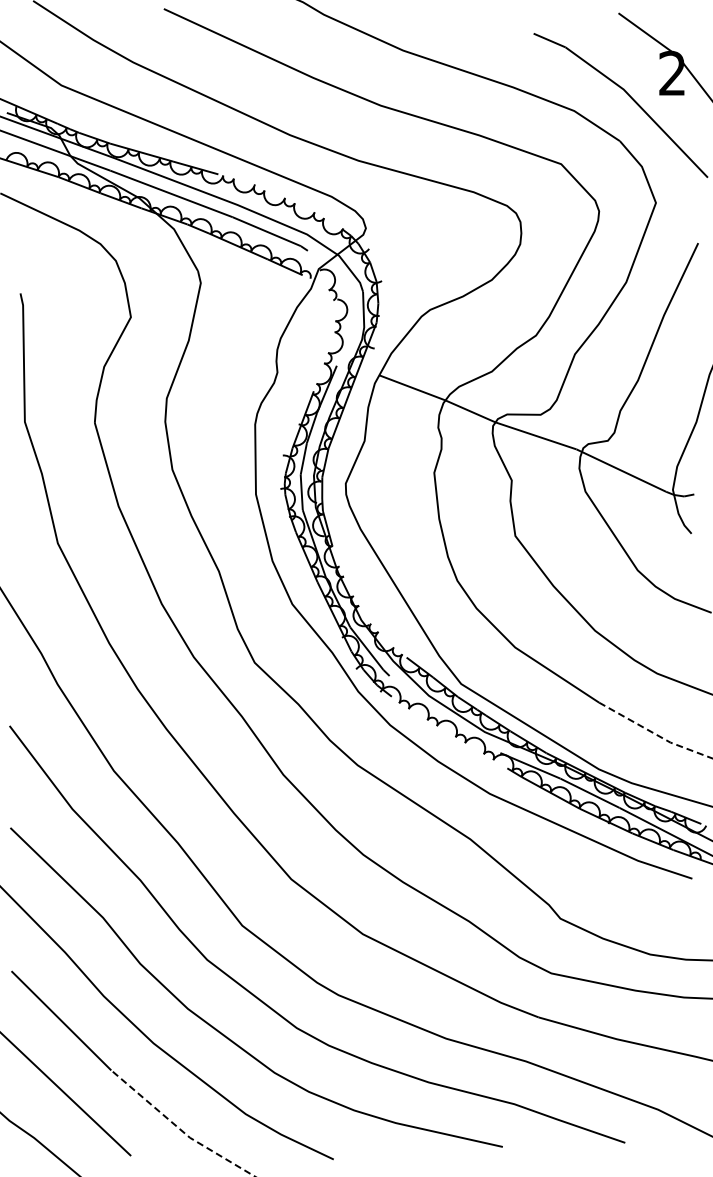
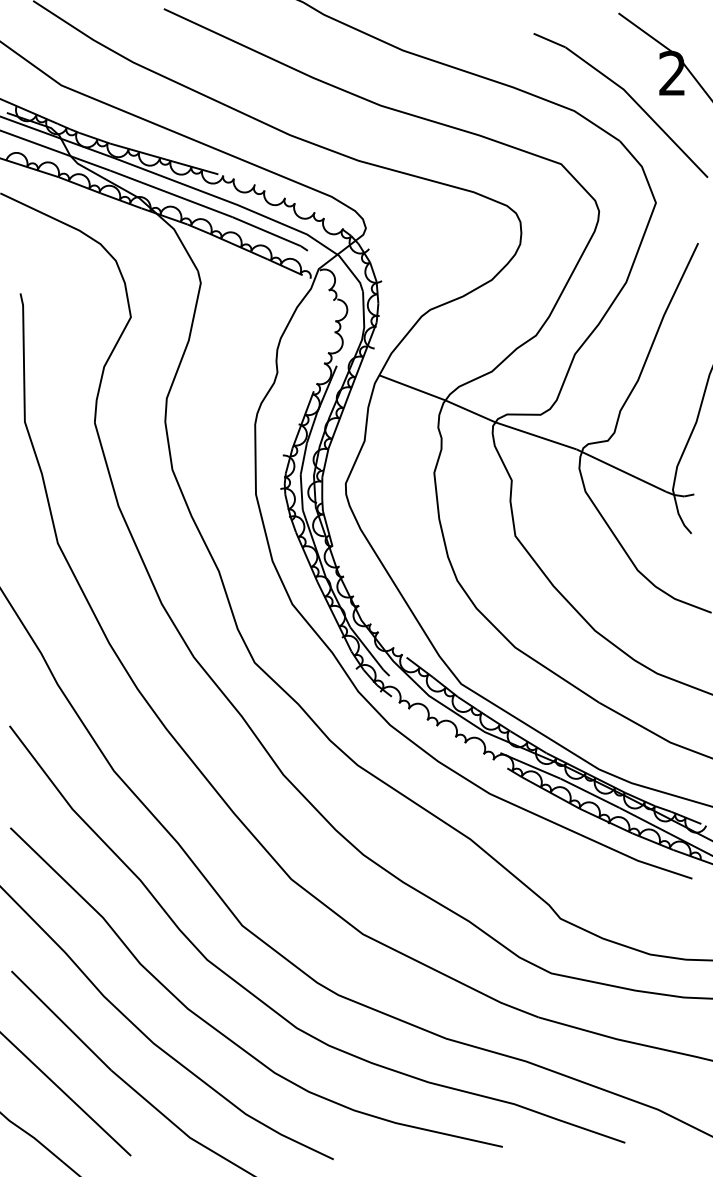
line at (654, 733): dashed -> solid
line at (179, 1128): dashed -> solid
